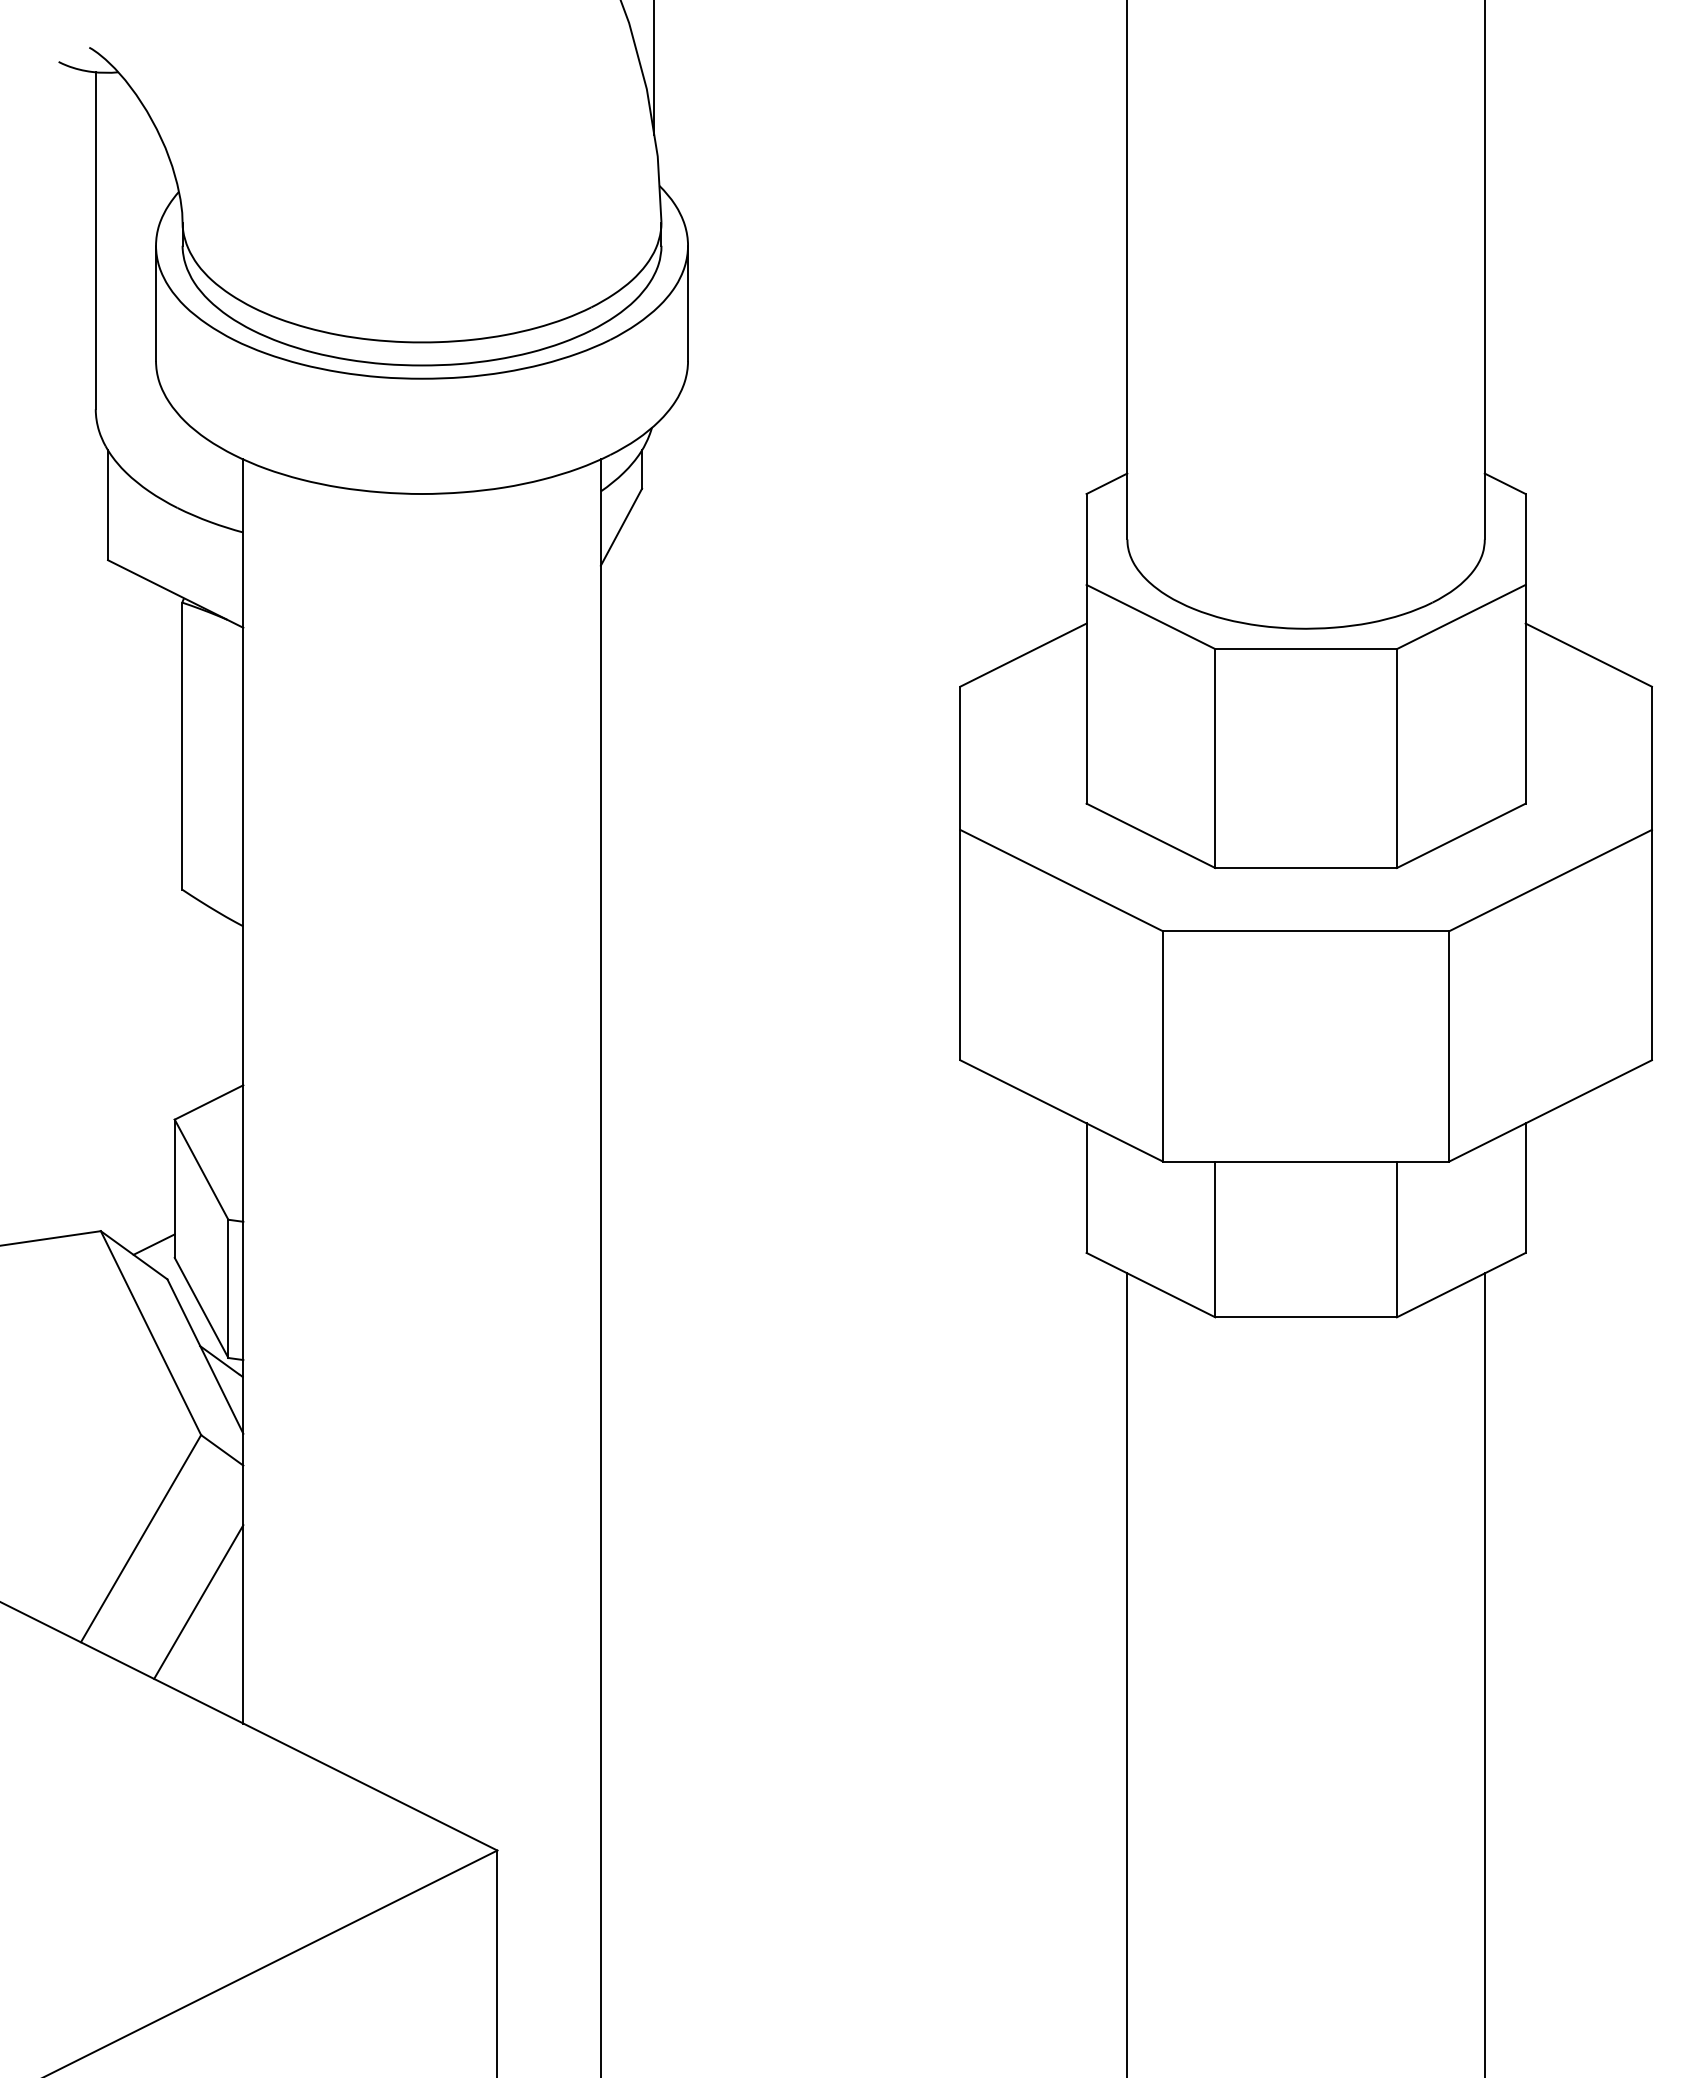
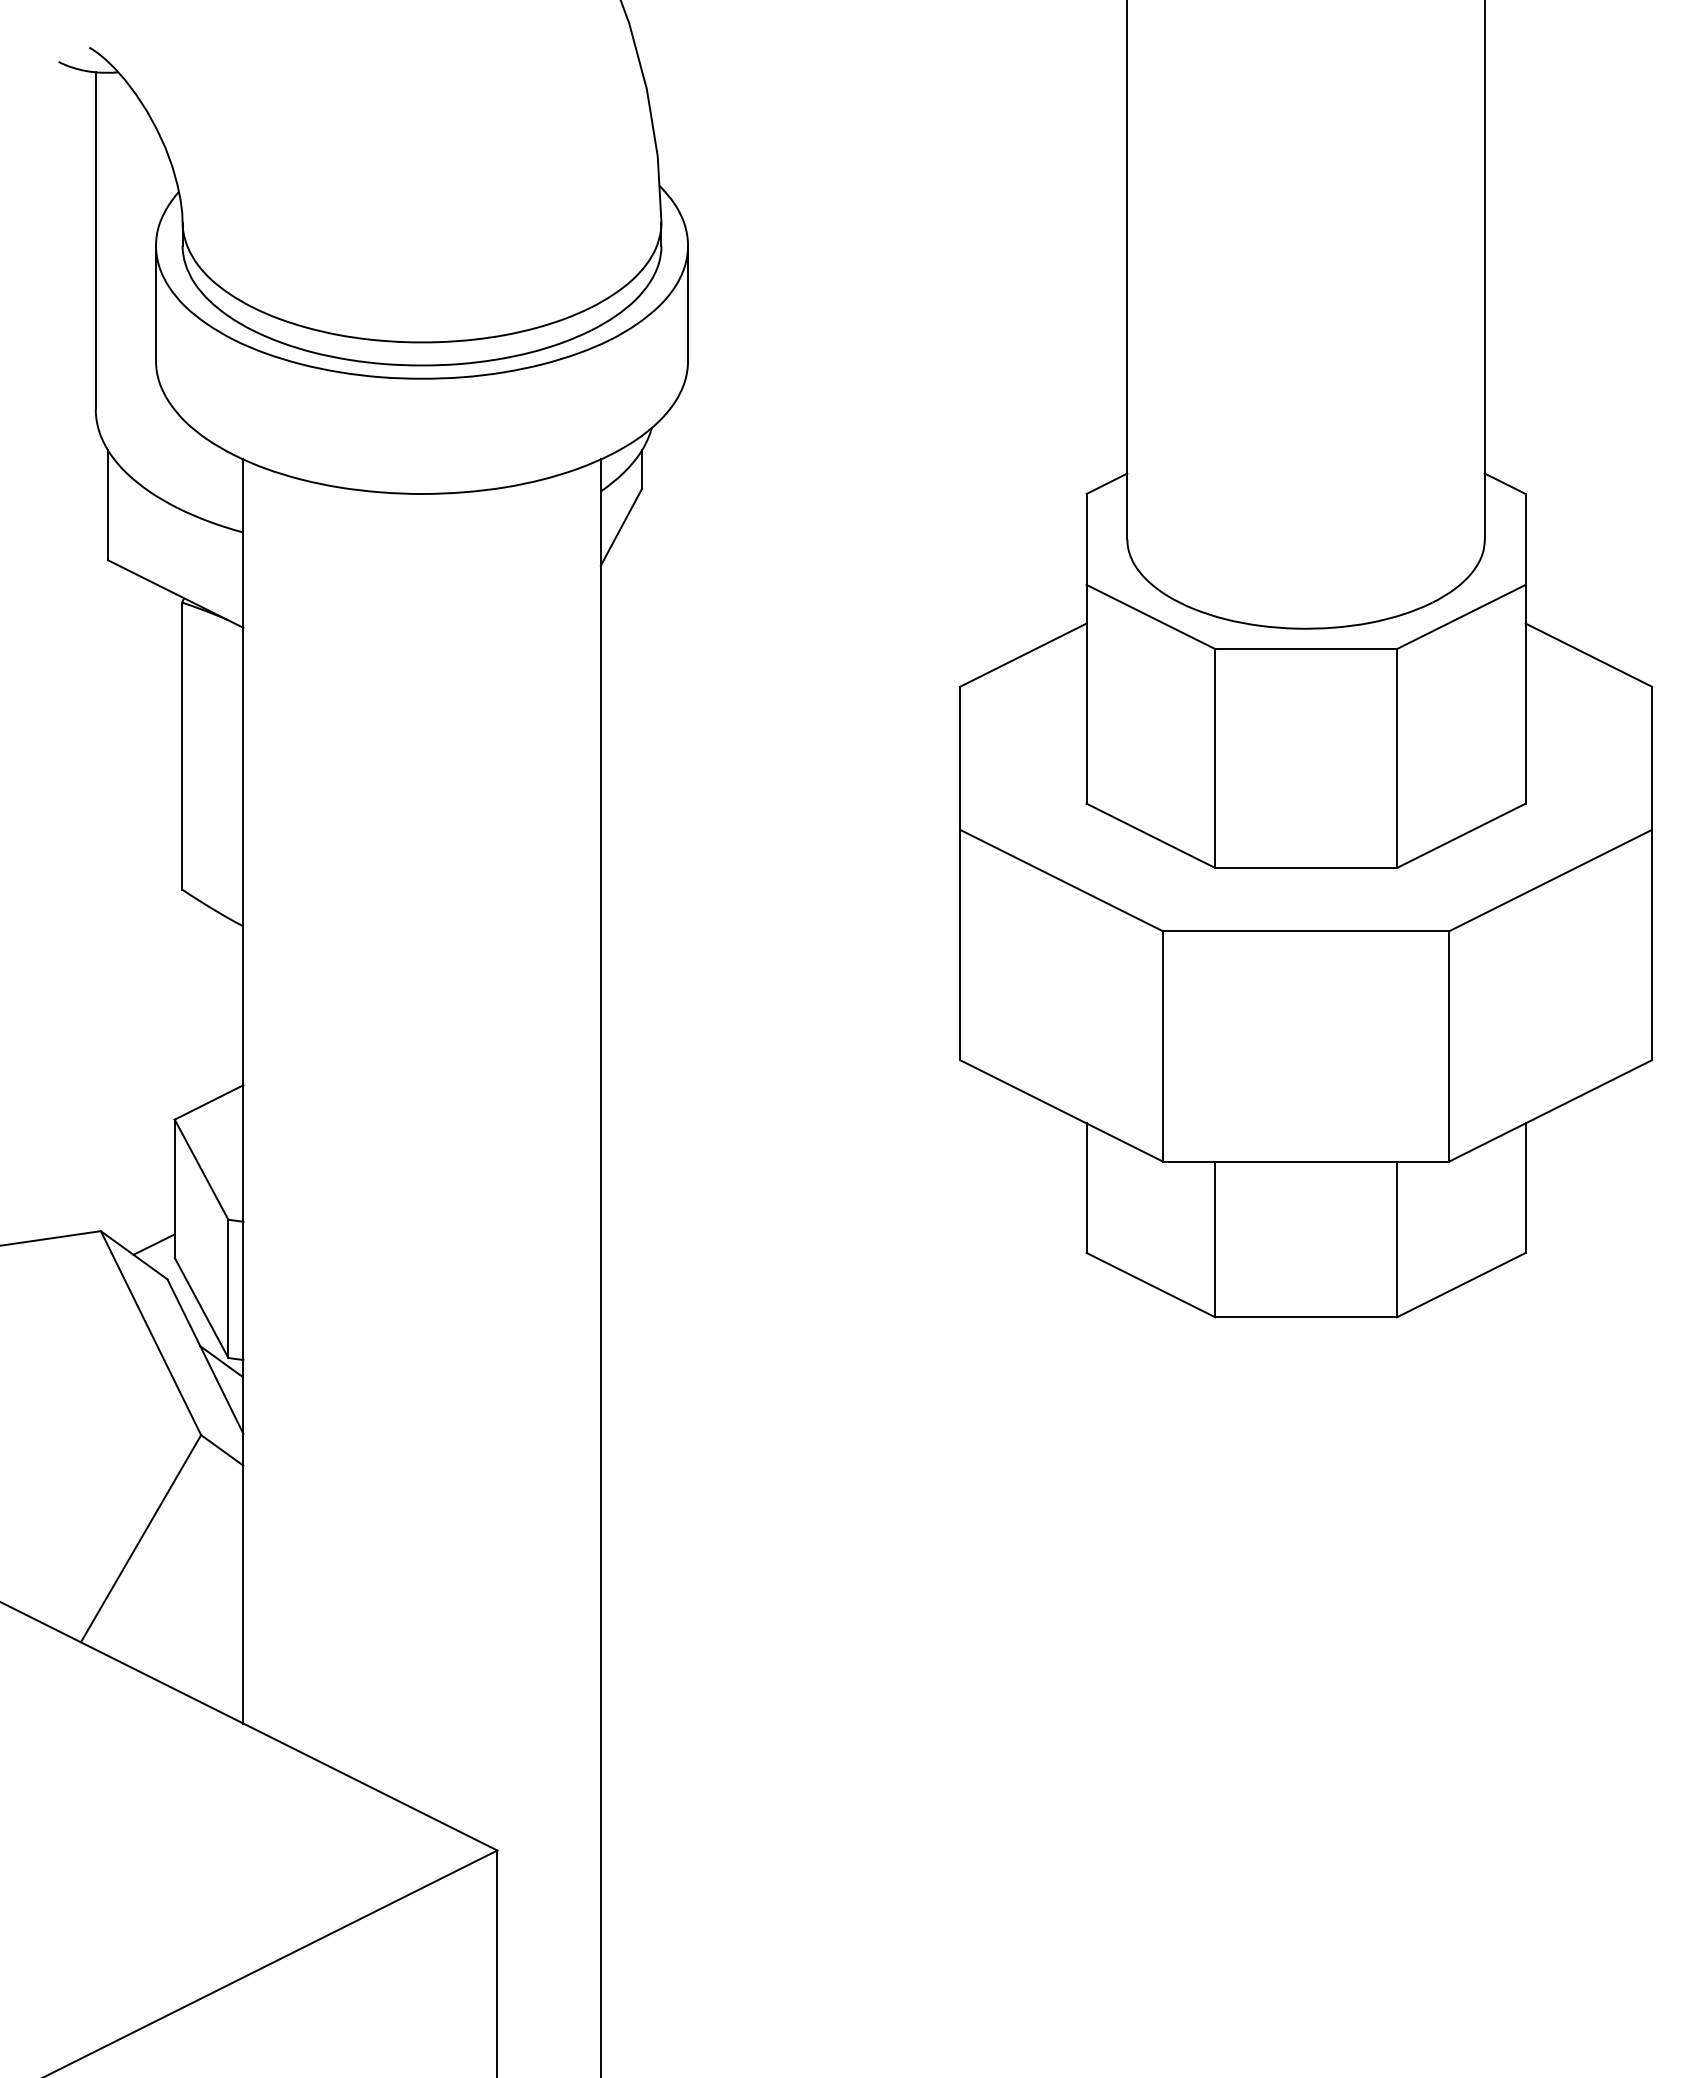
line at (654, 68): present -> none
line at (198, 1601): present -> none
line at (1127, 1673): present -> none
line at (1484, 1673): present -> none
